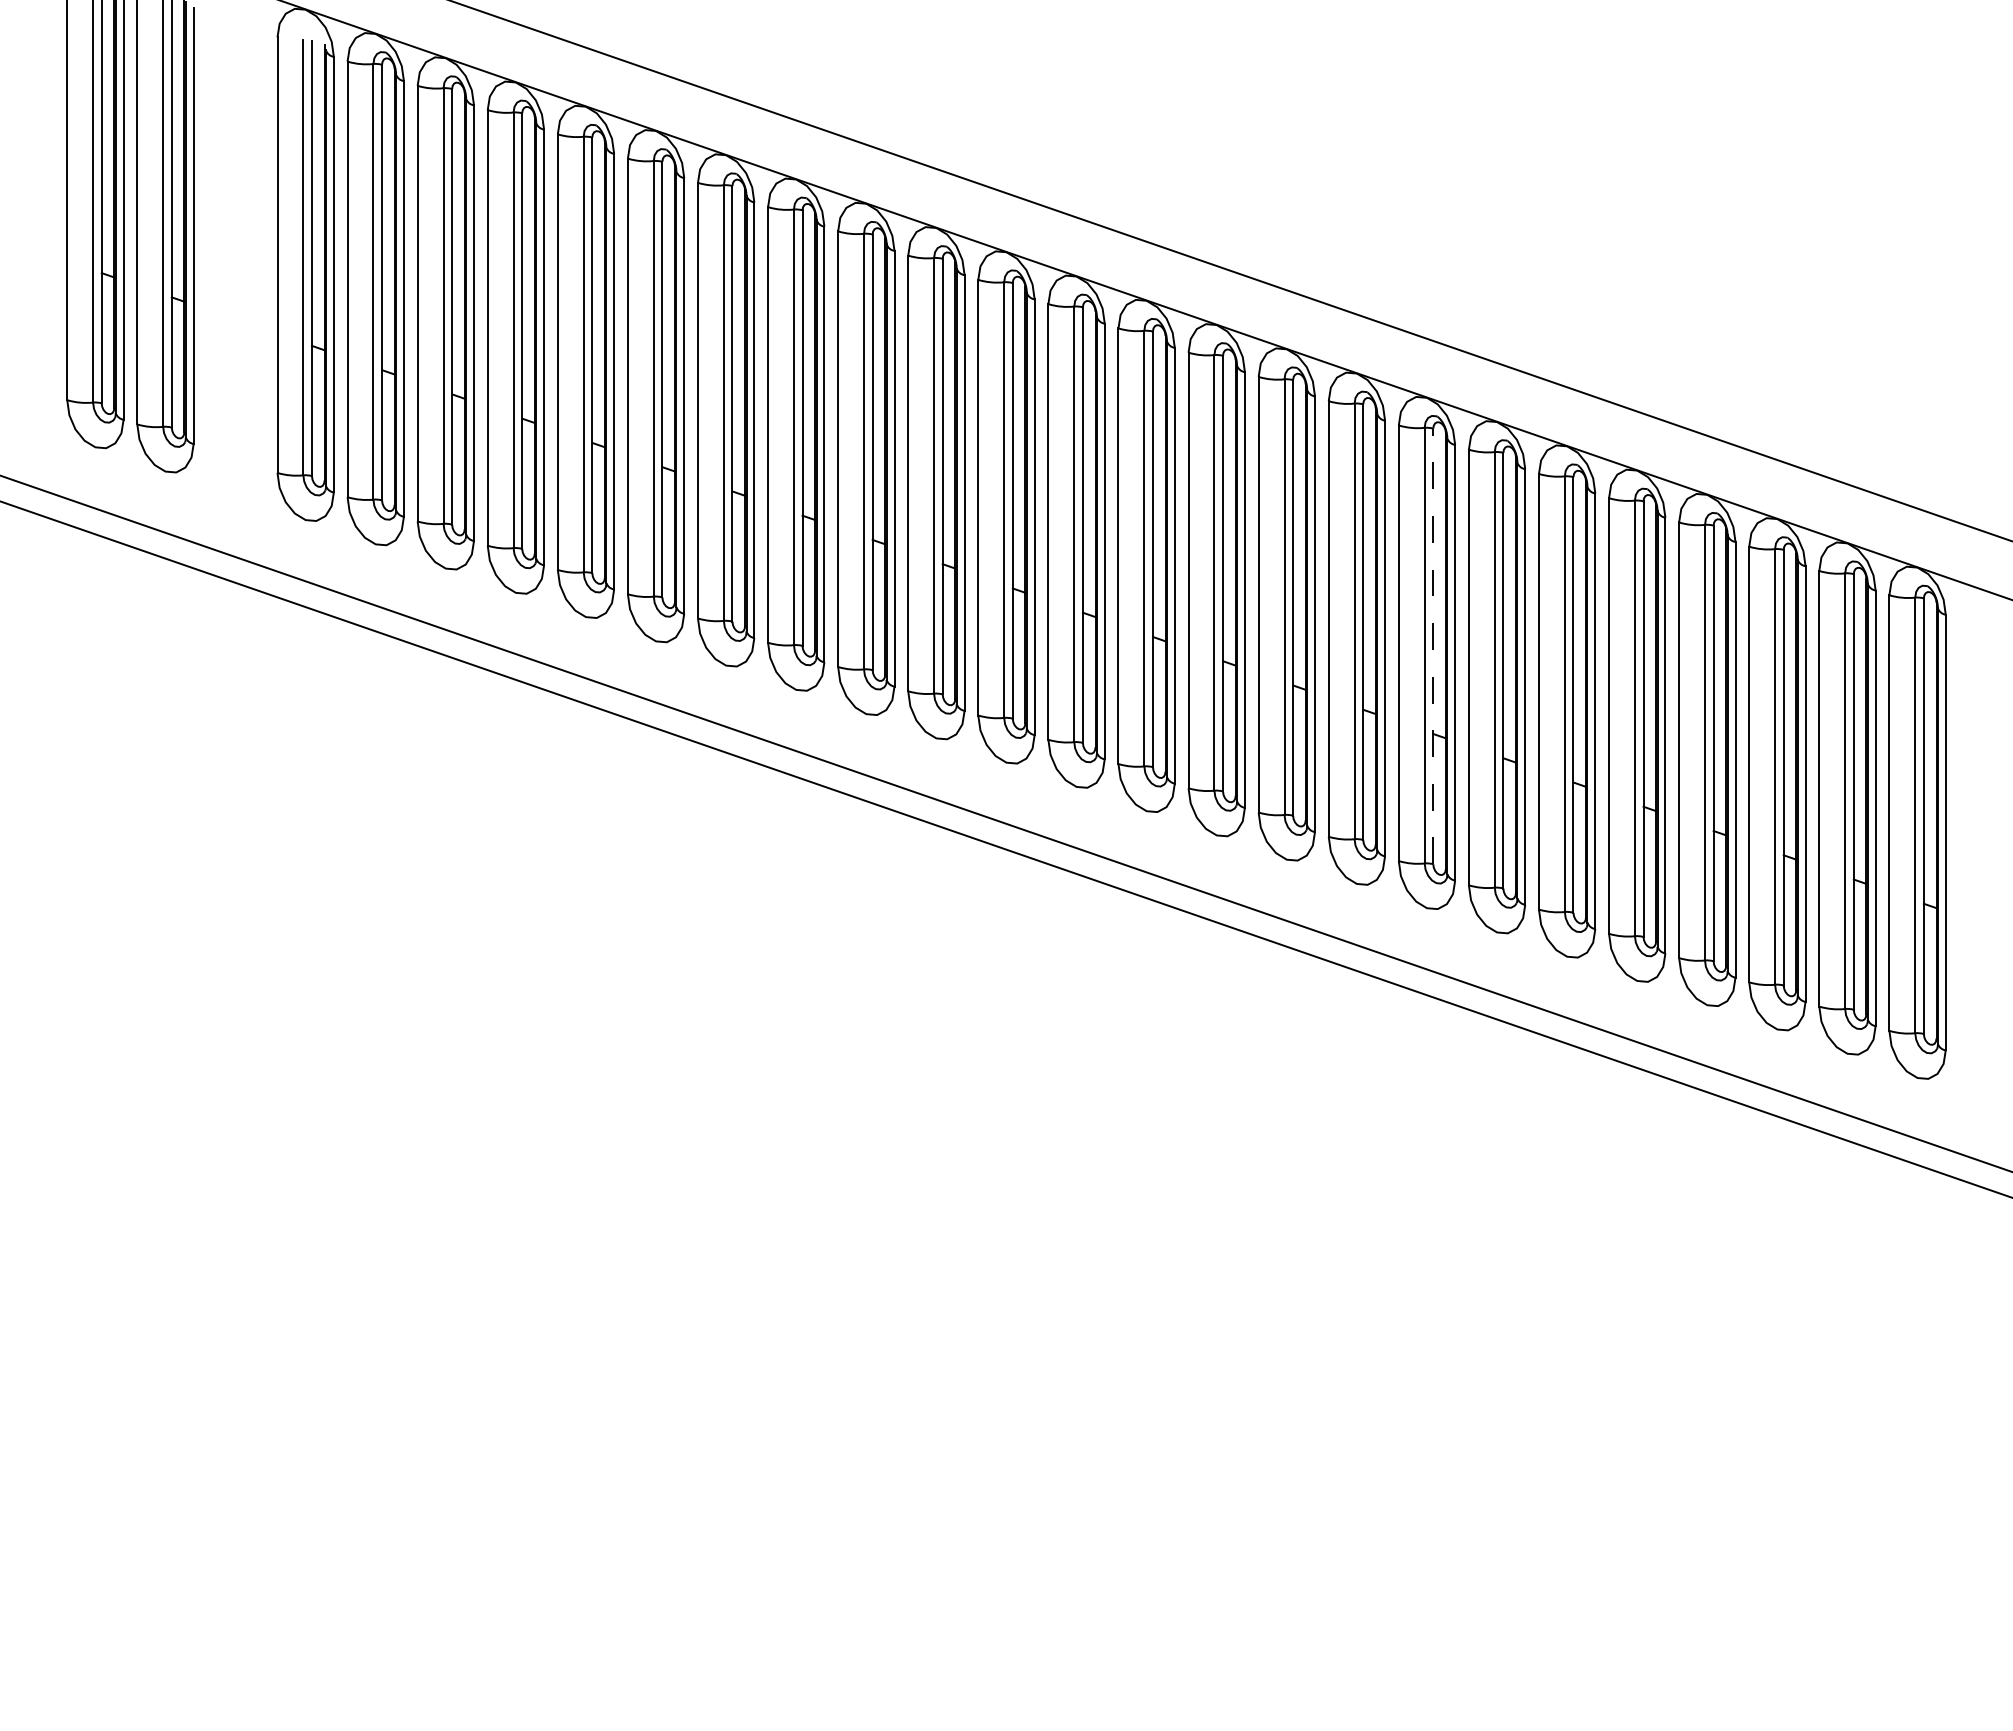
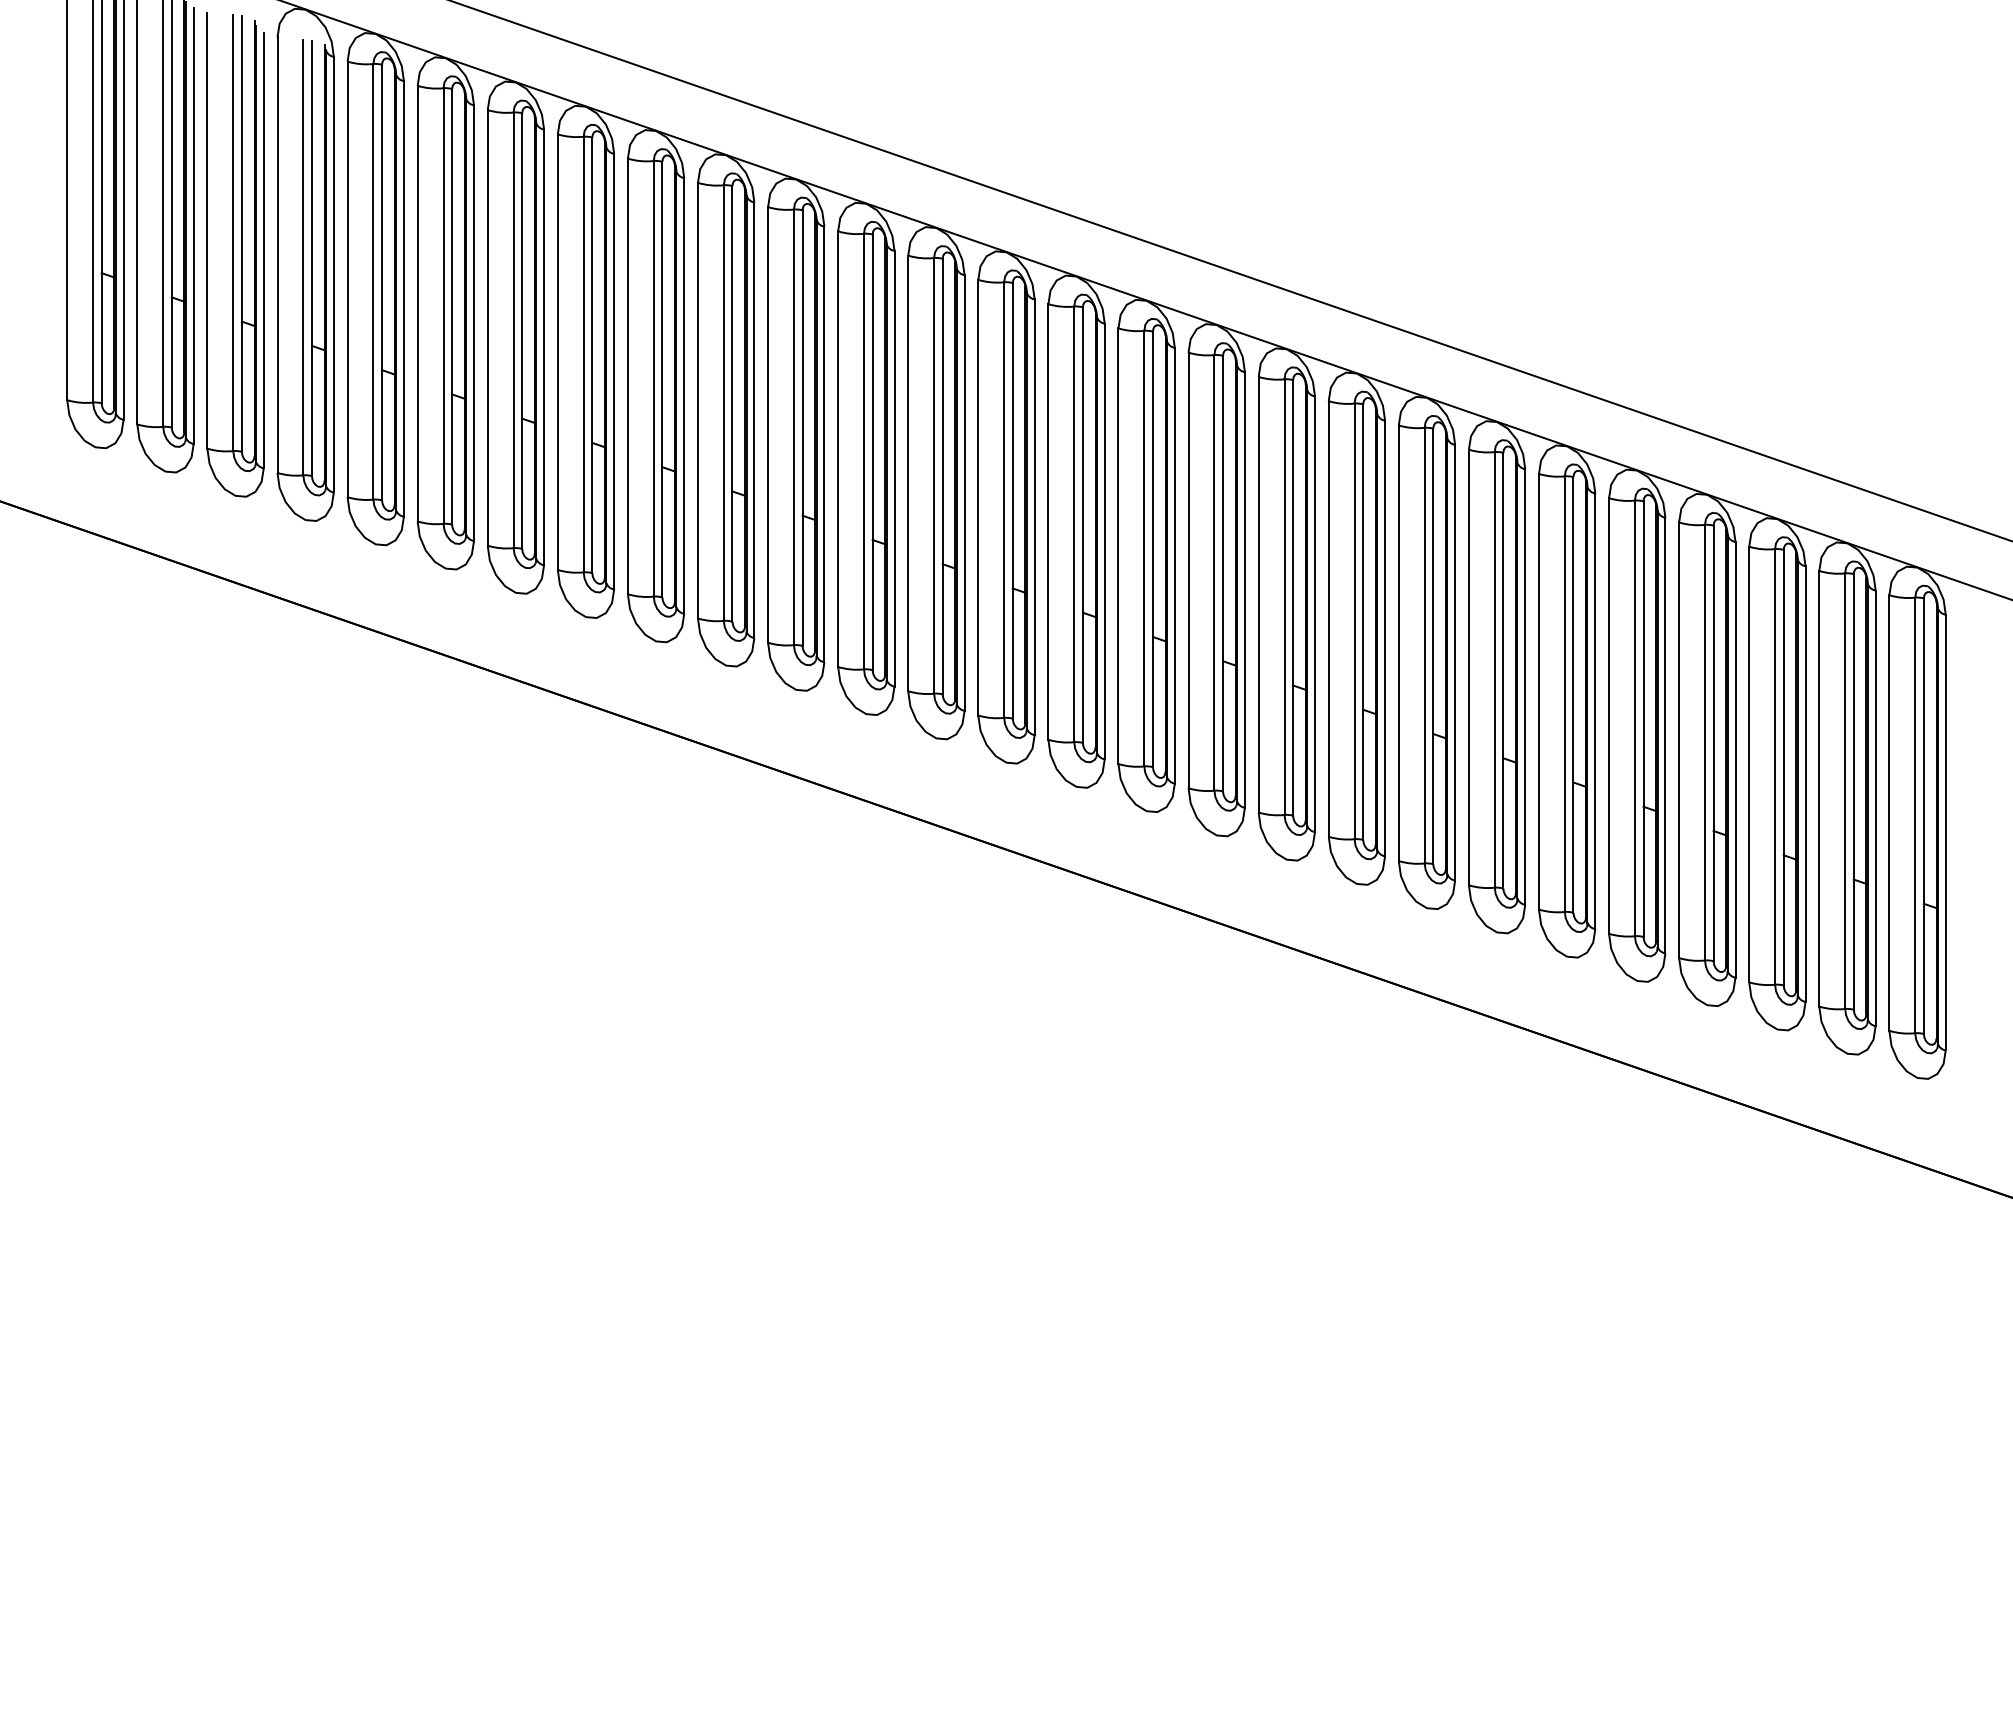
part at (235, 254): none -> present
line at (1433, 646): dashed -> solid
line at (1005, 823) position: (1005, 823) -> (1005, 849)
